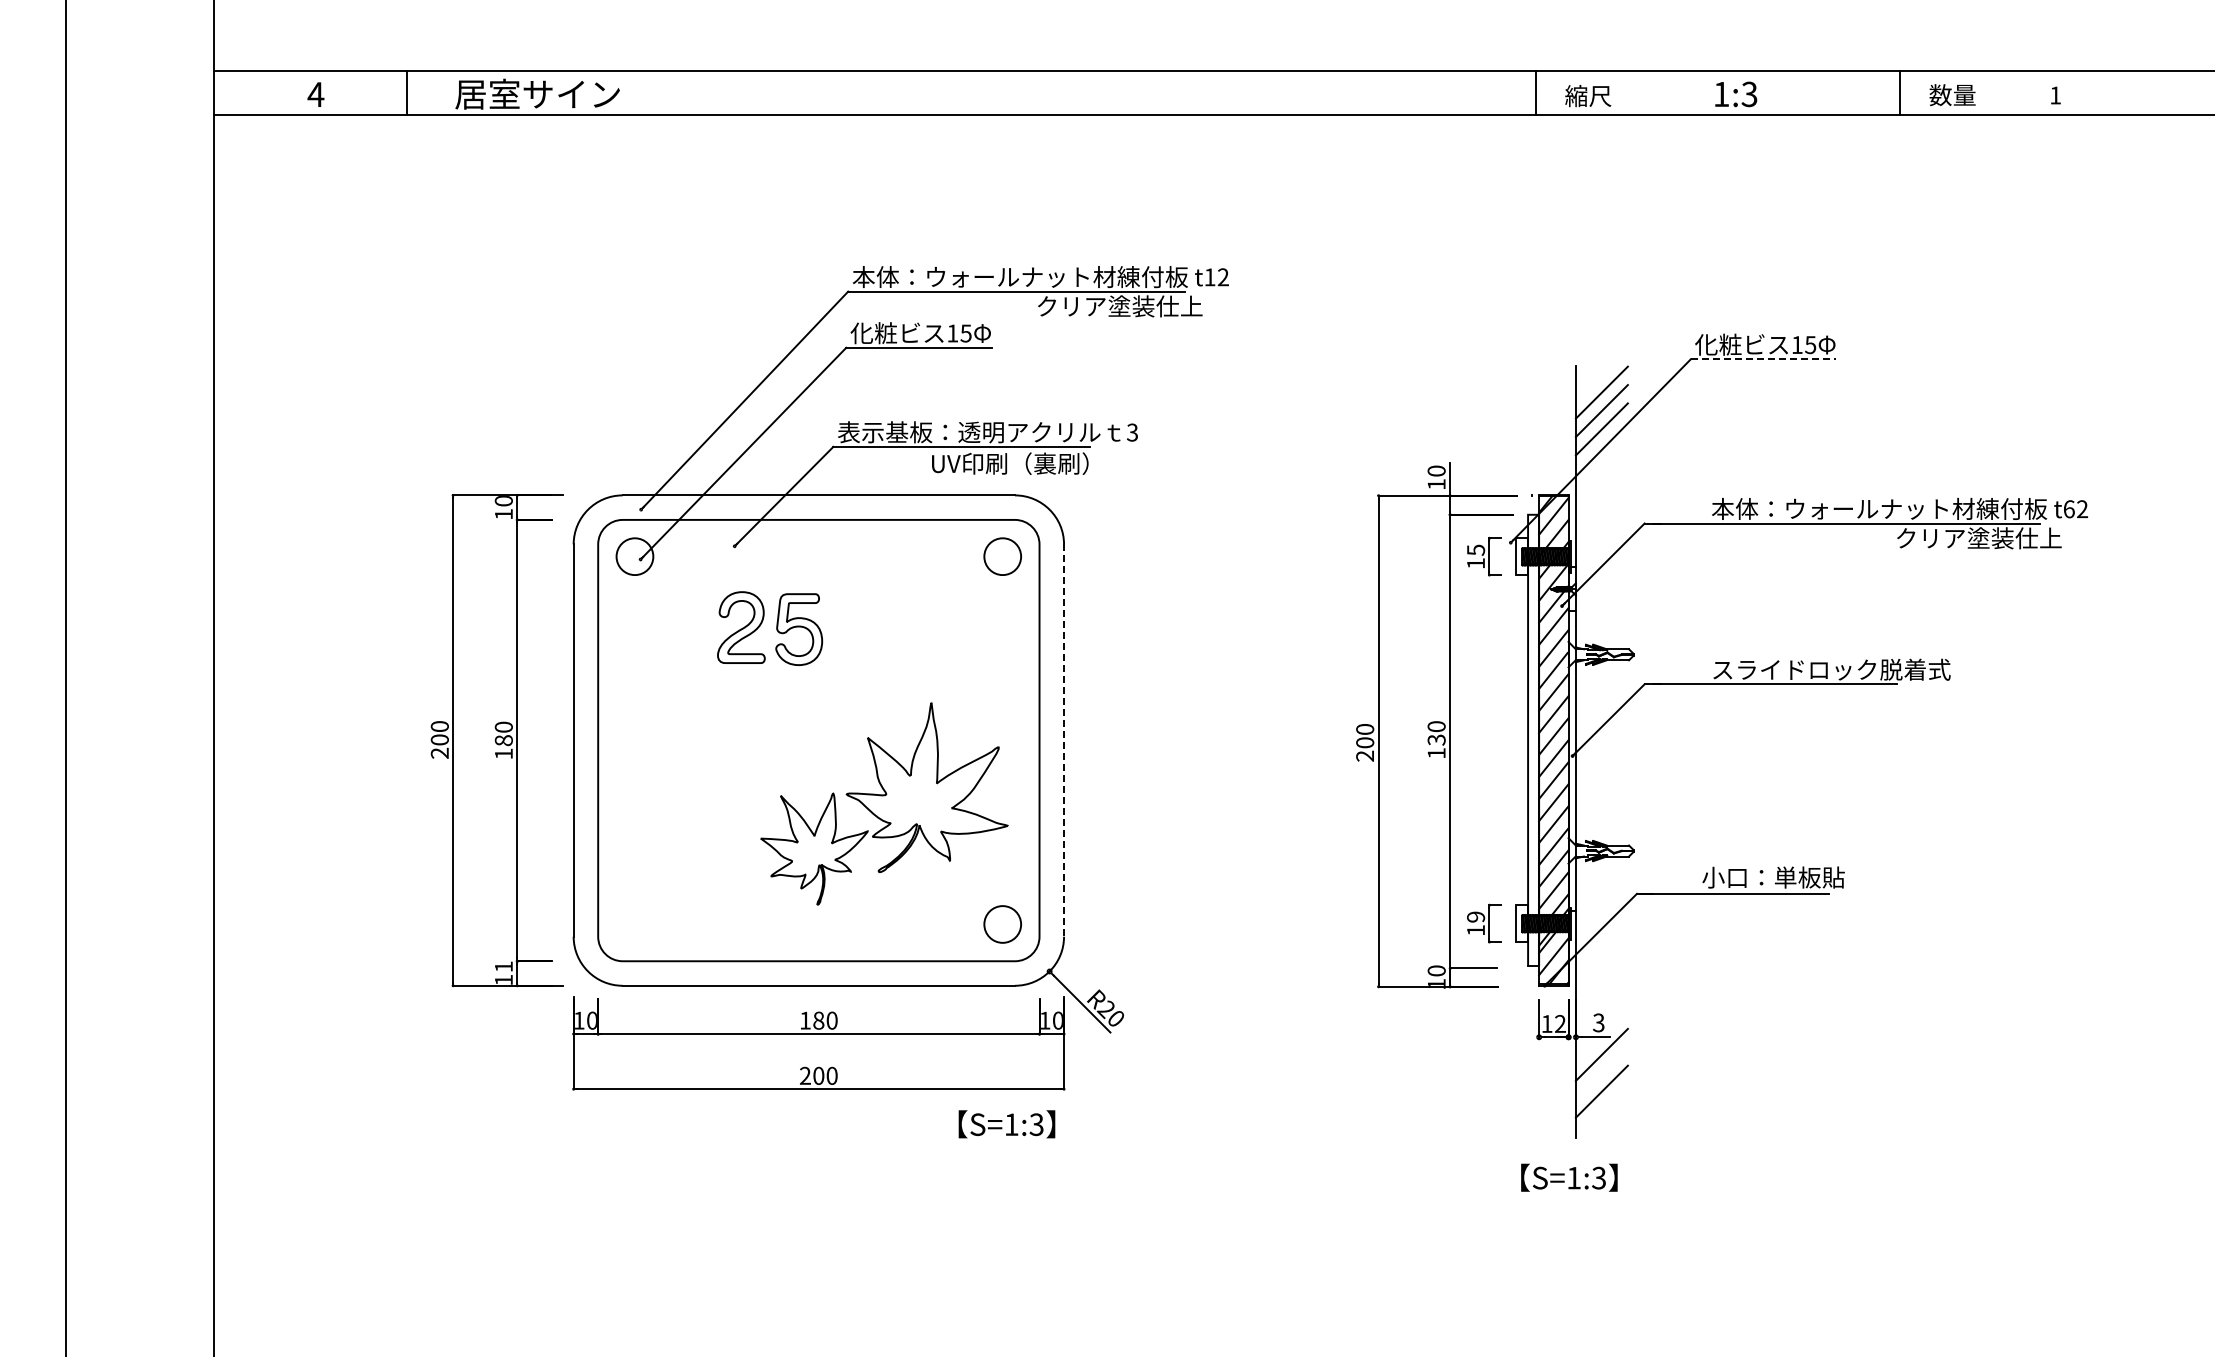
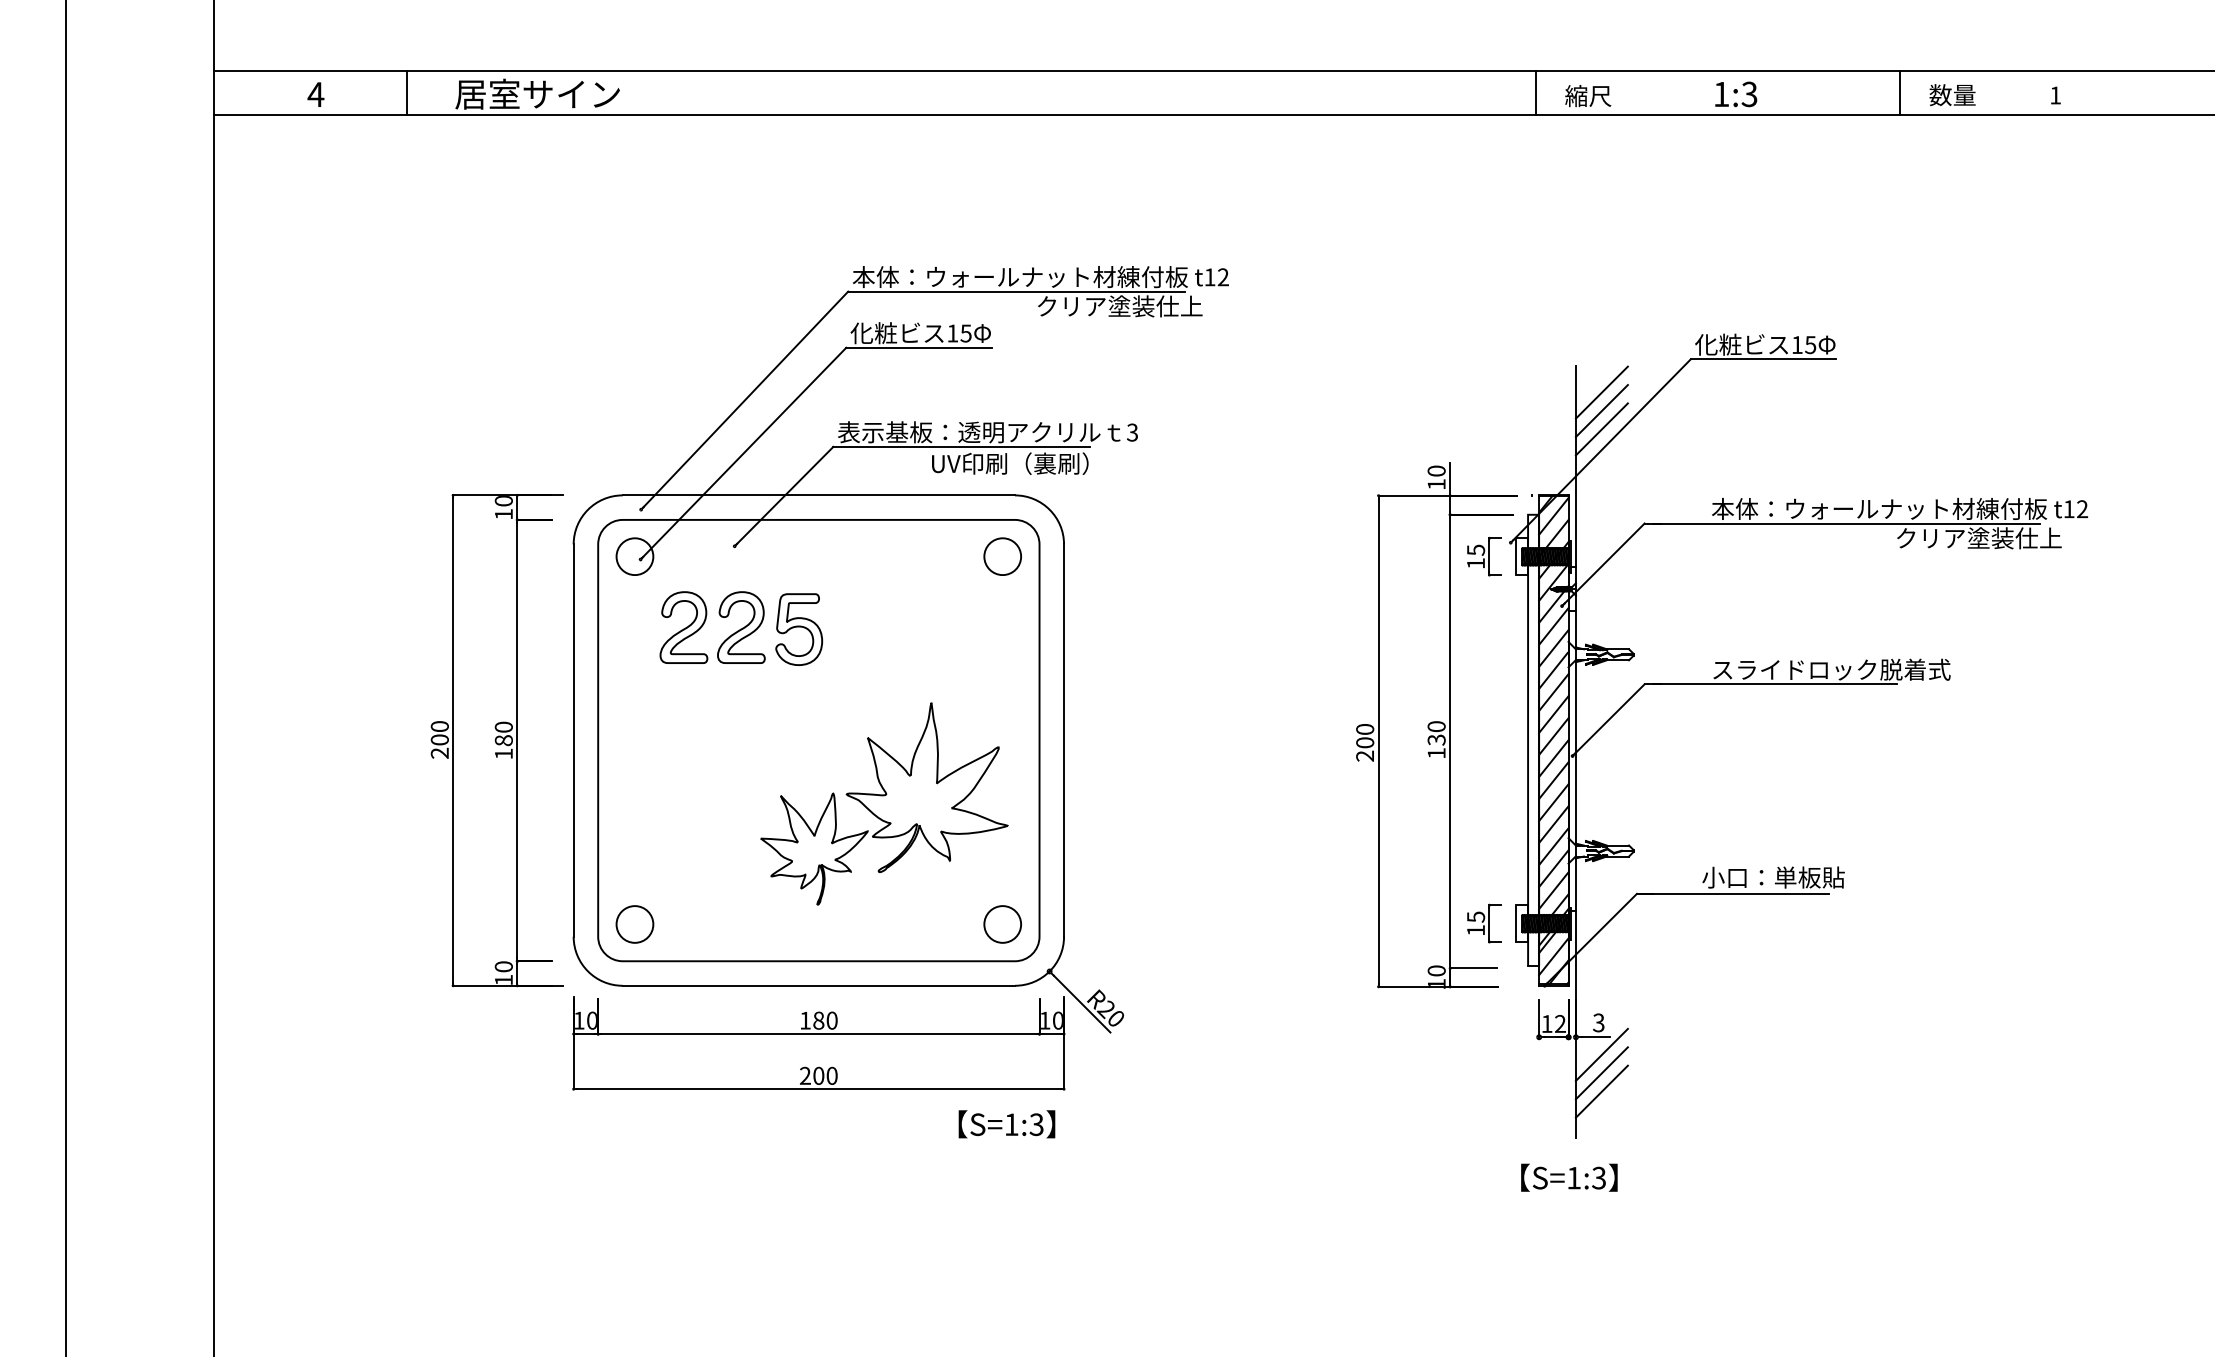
line at (1763, 359): dashed -> solid
text at (2069, 509): t62 -> t12
part at (683, 627): none -> present
line at (1064, 741): dashed -> solid
text at (1475, 916): 19 -> 15
circle at (634, 924): none -> present
text at (503, 966): 11 -> 10
line at (1601, 1073): none -> present
